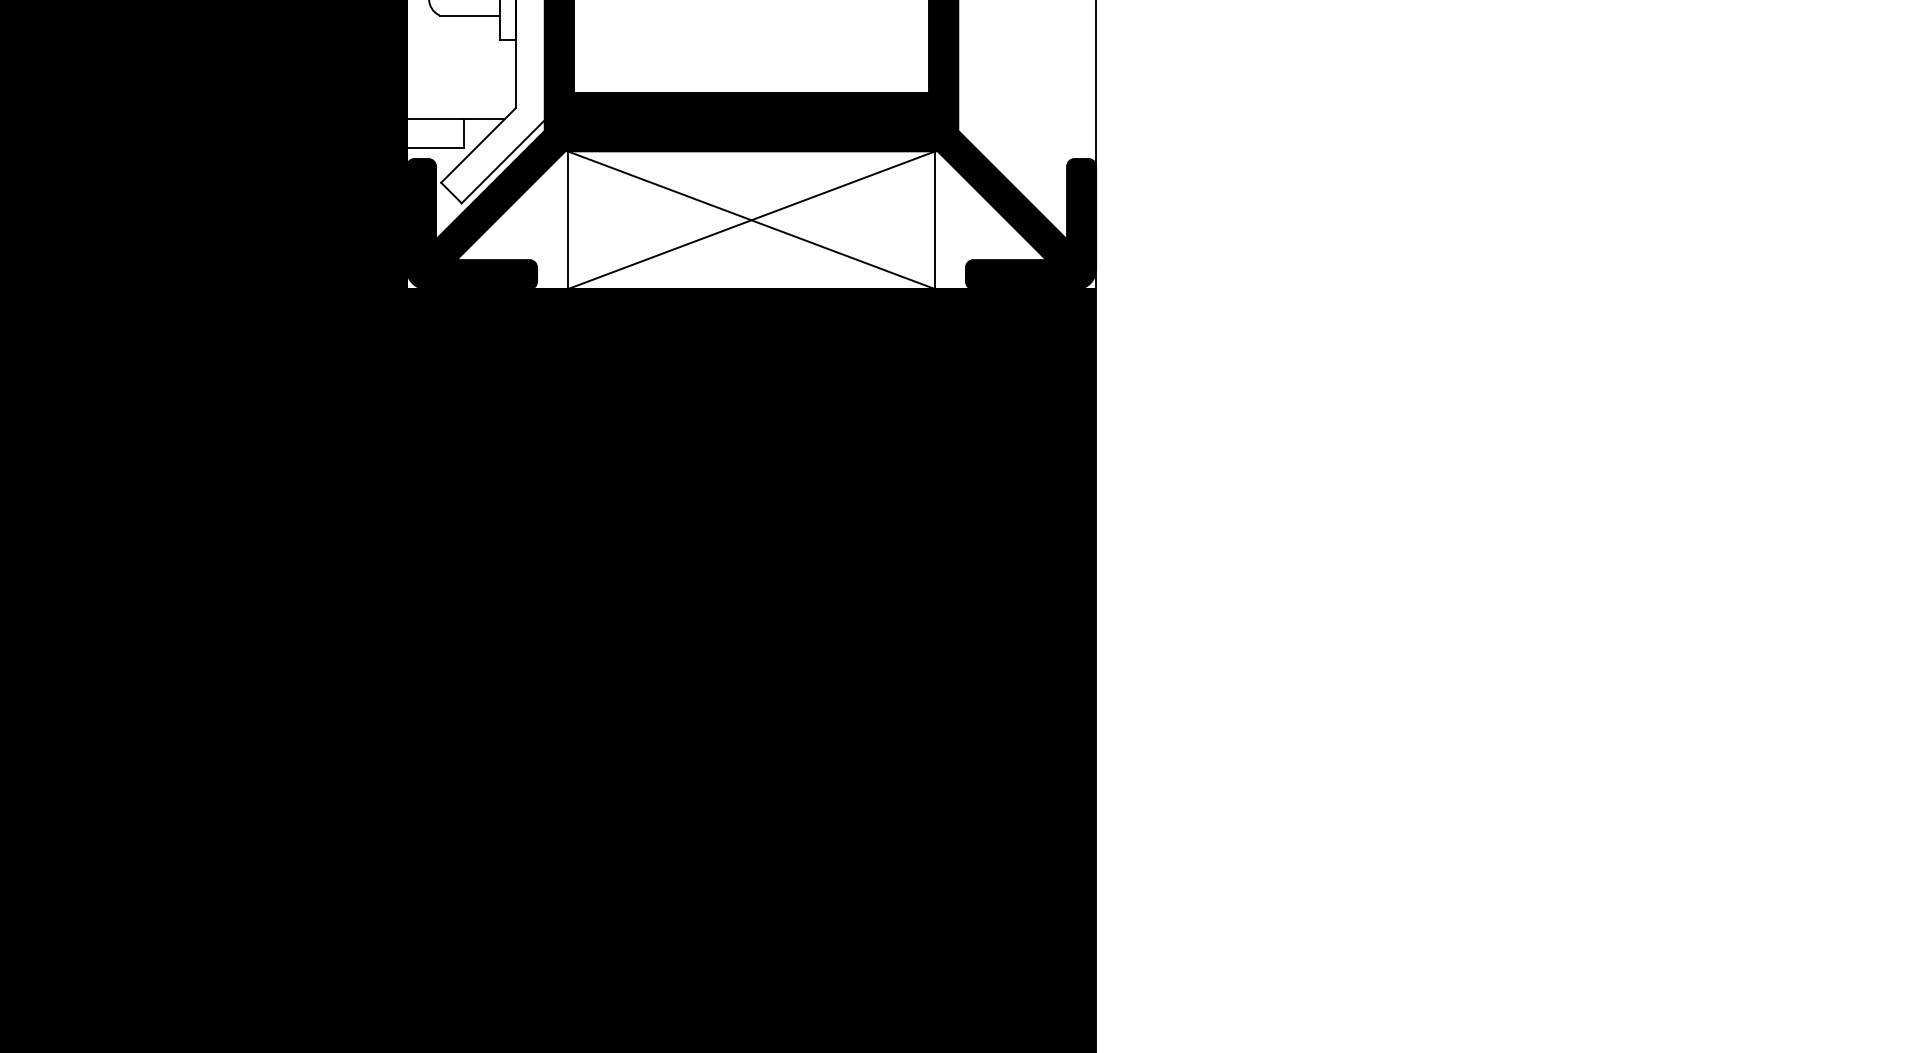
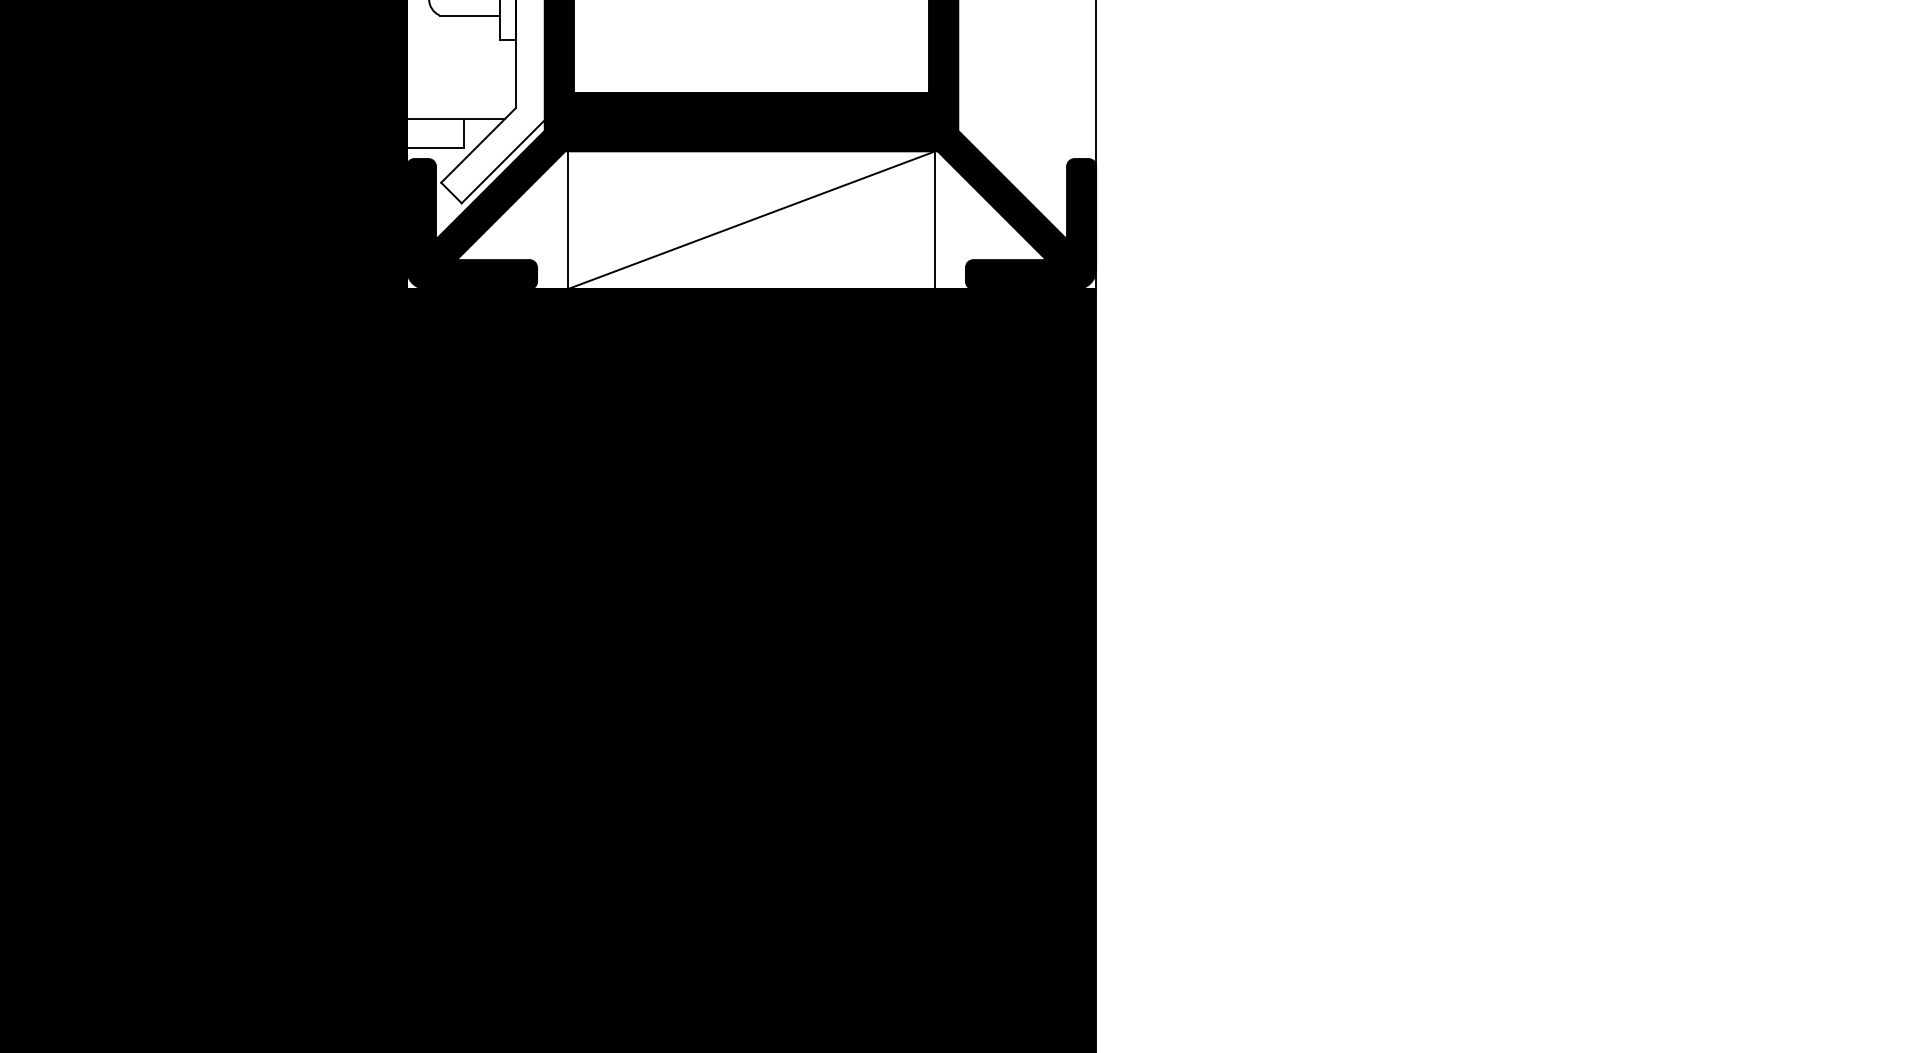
line at (751, 220): present -> none
